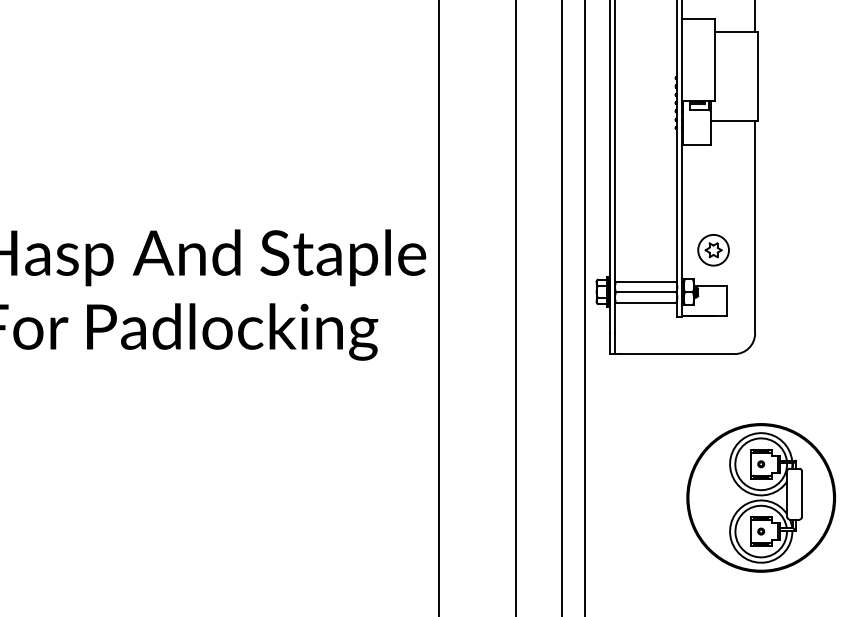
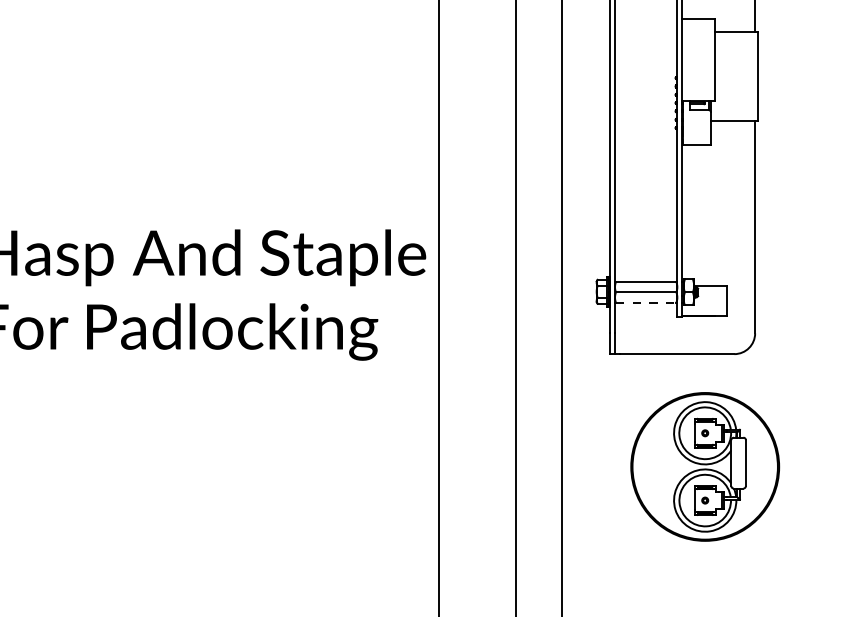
part at (713, 250): present -> none
line at (646, 302): solid -> dashed
line at (585, 307): present -> none
part at (761, 497) position: (761, 497) -> (705, 466)
